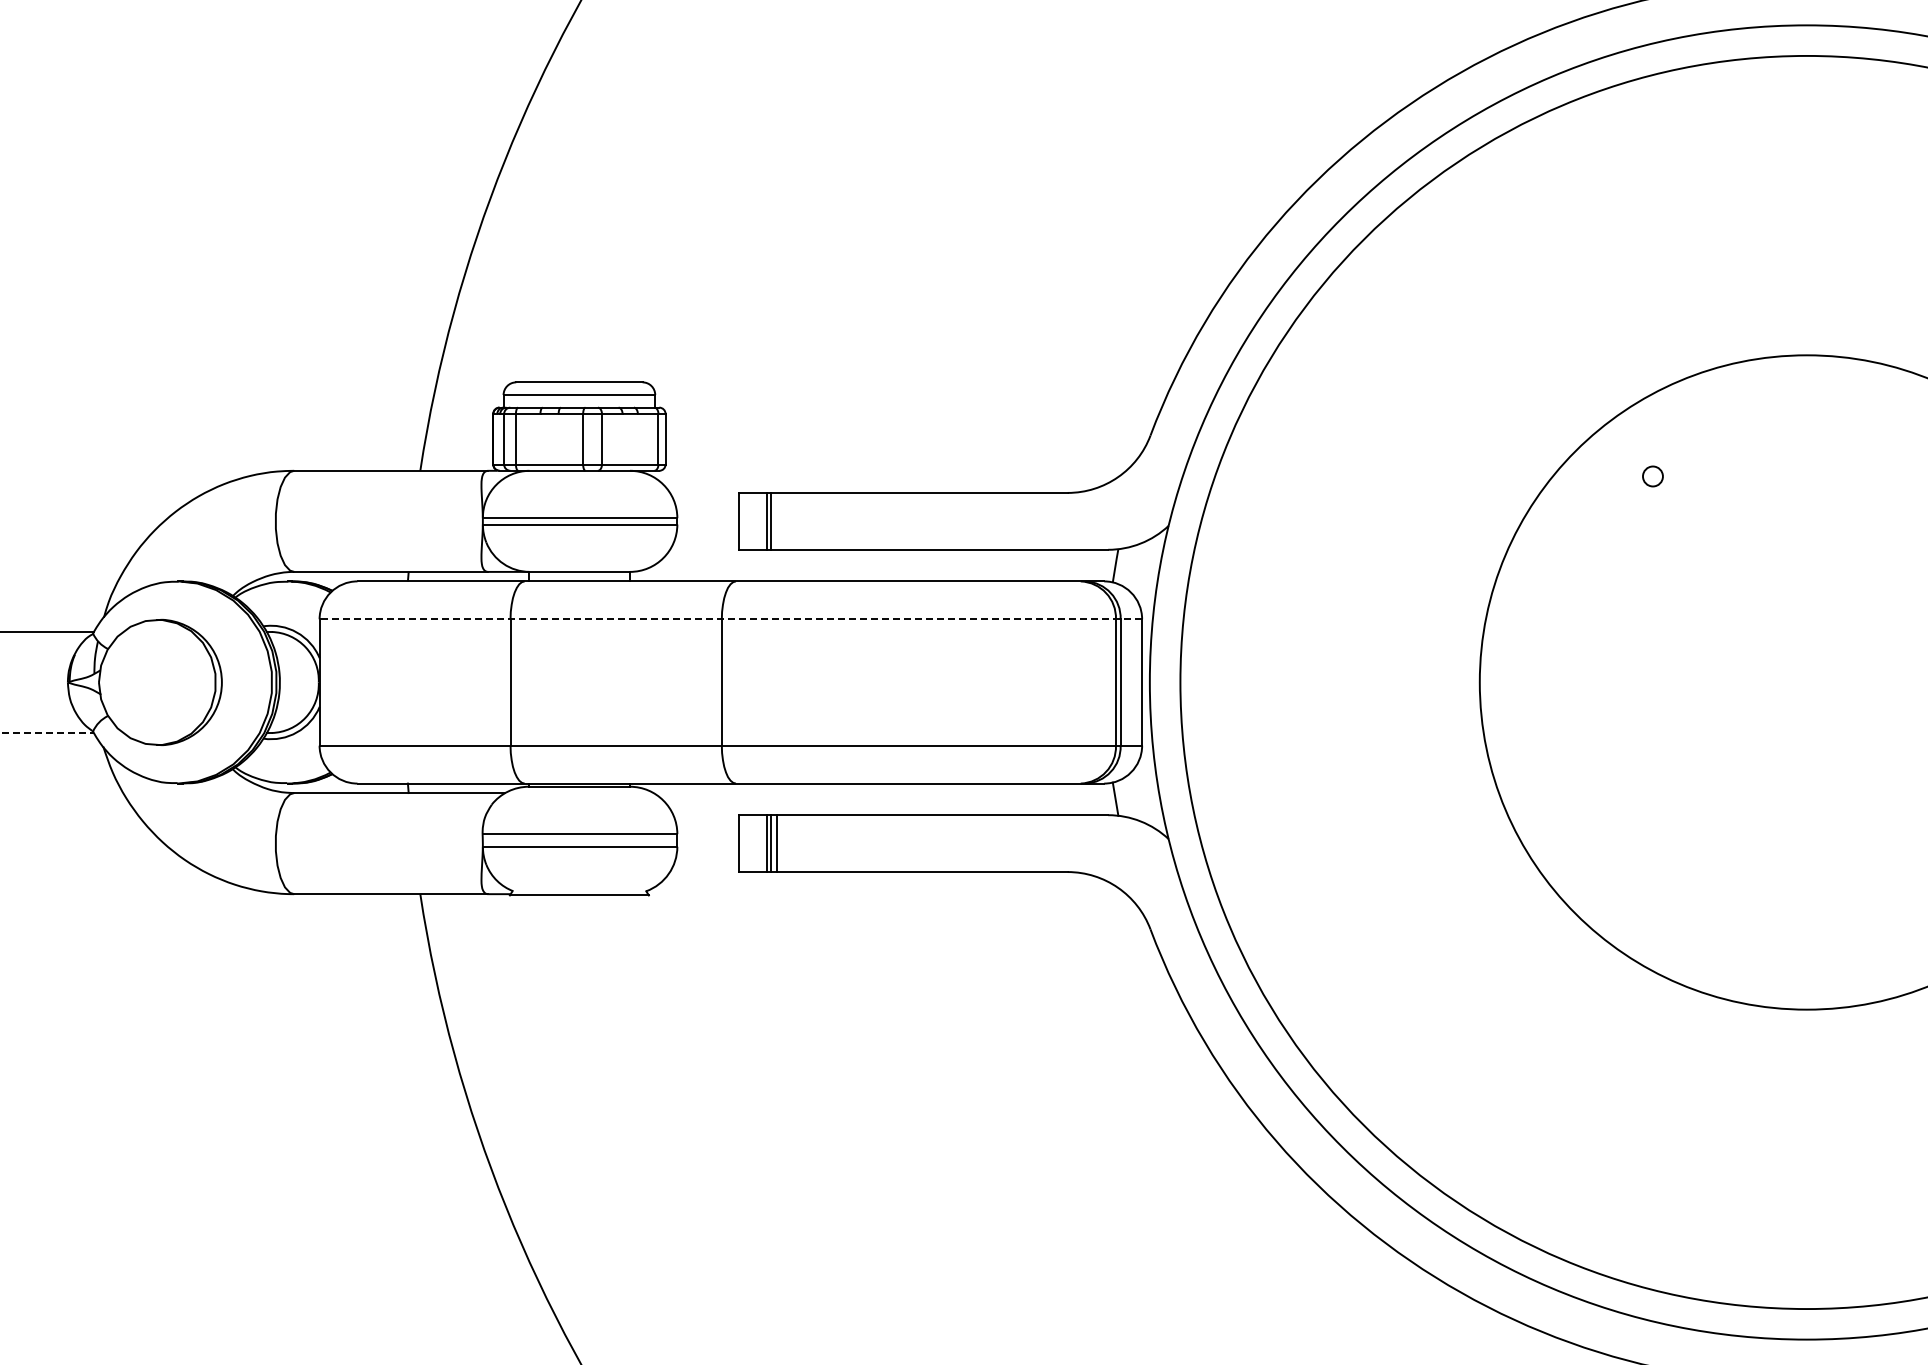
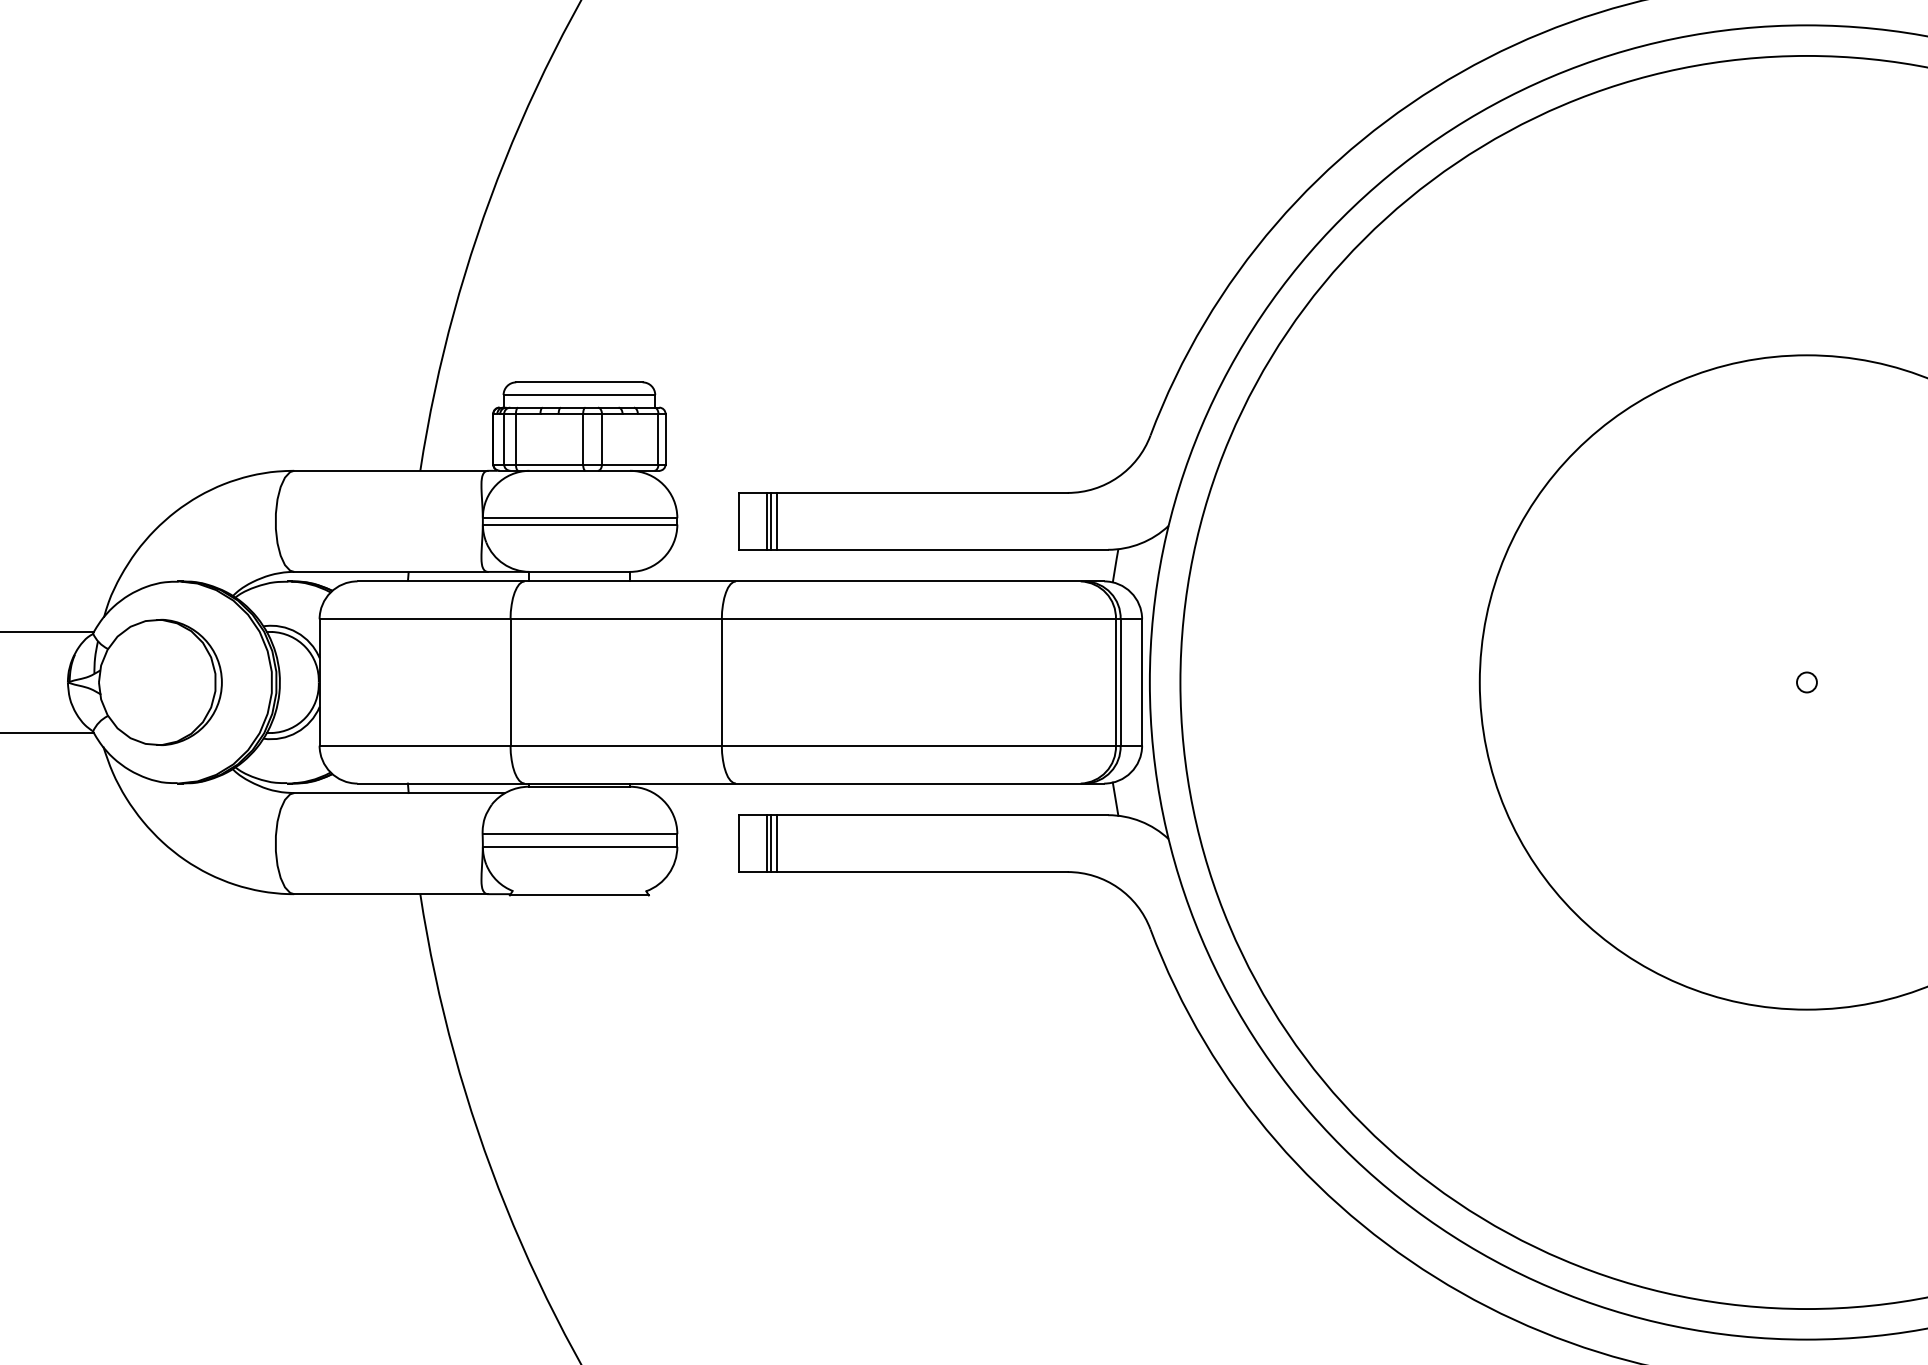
circle at (1652, 476) position: (1652, 476) -> (1806, 682)
line at (776, 520): none -> present
line at (730, 619): dashed -> solid
line at (47, 733): dashed -> solid
